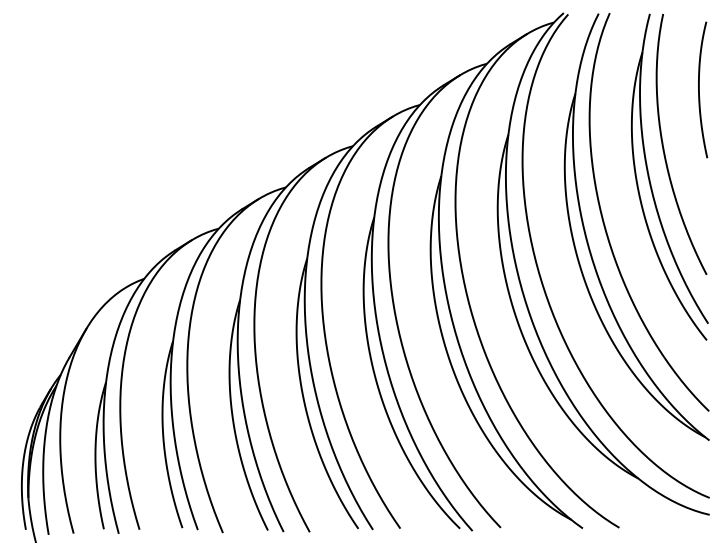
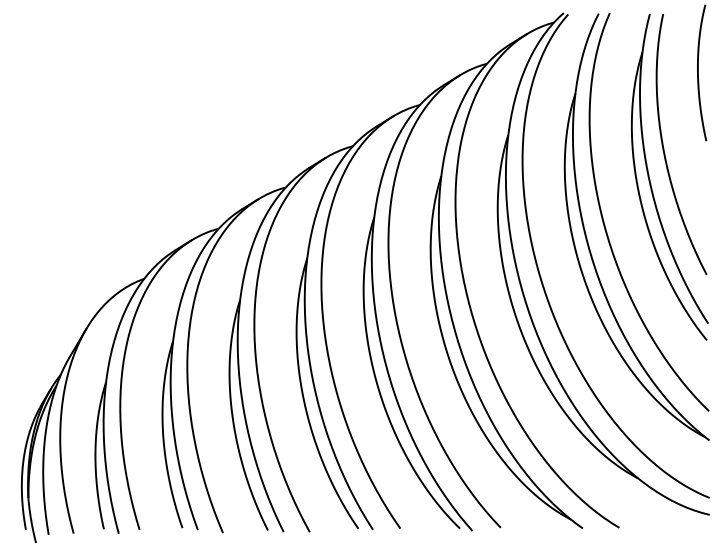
curve at (699, 89) position: (699, 89) -> (698, 72)
